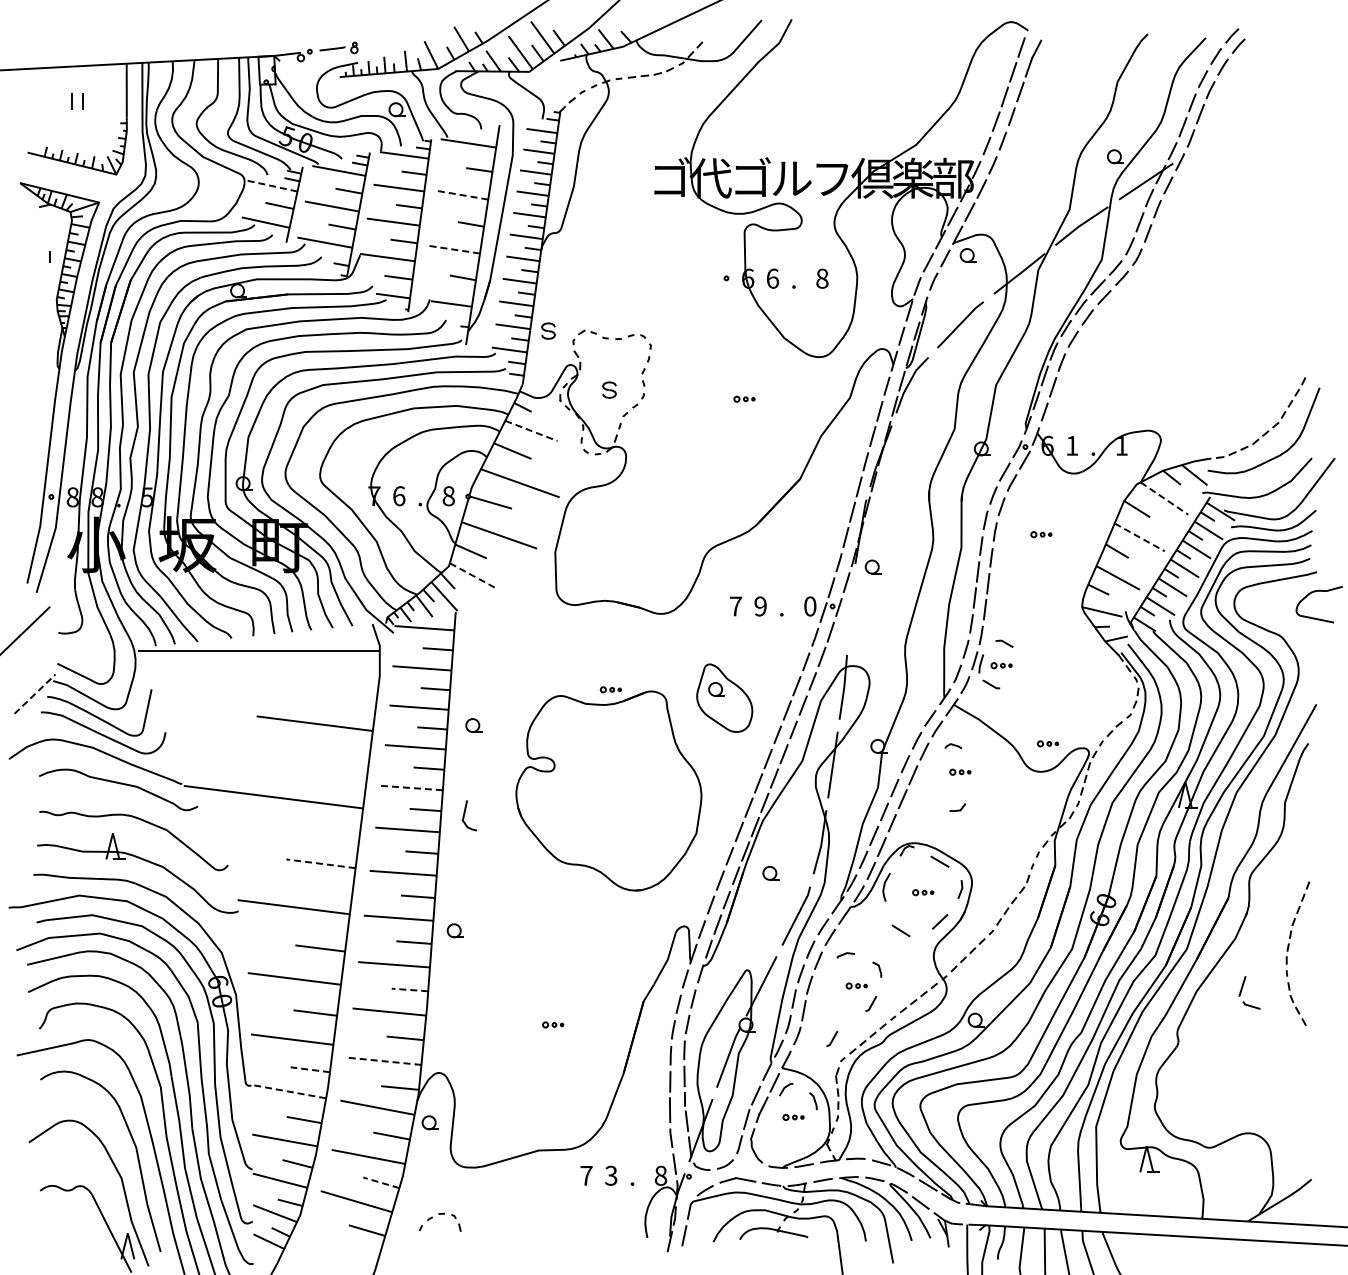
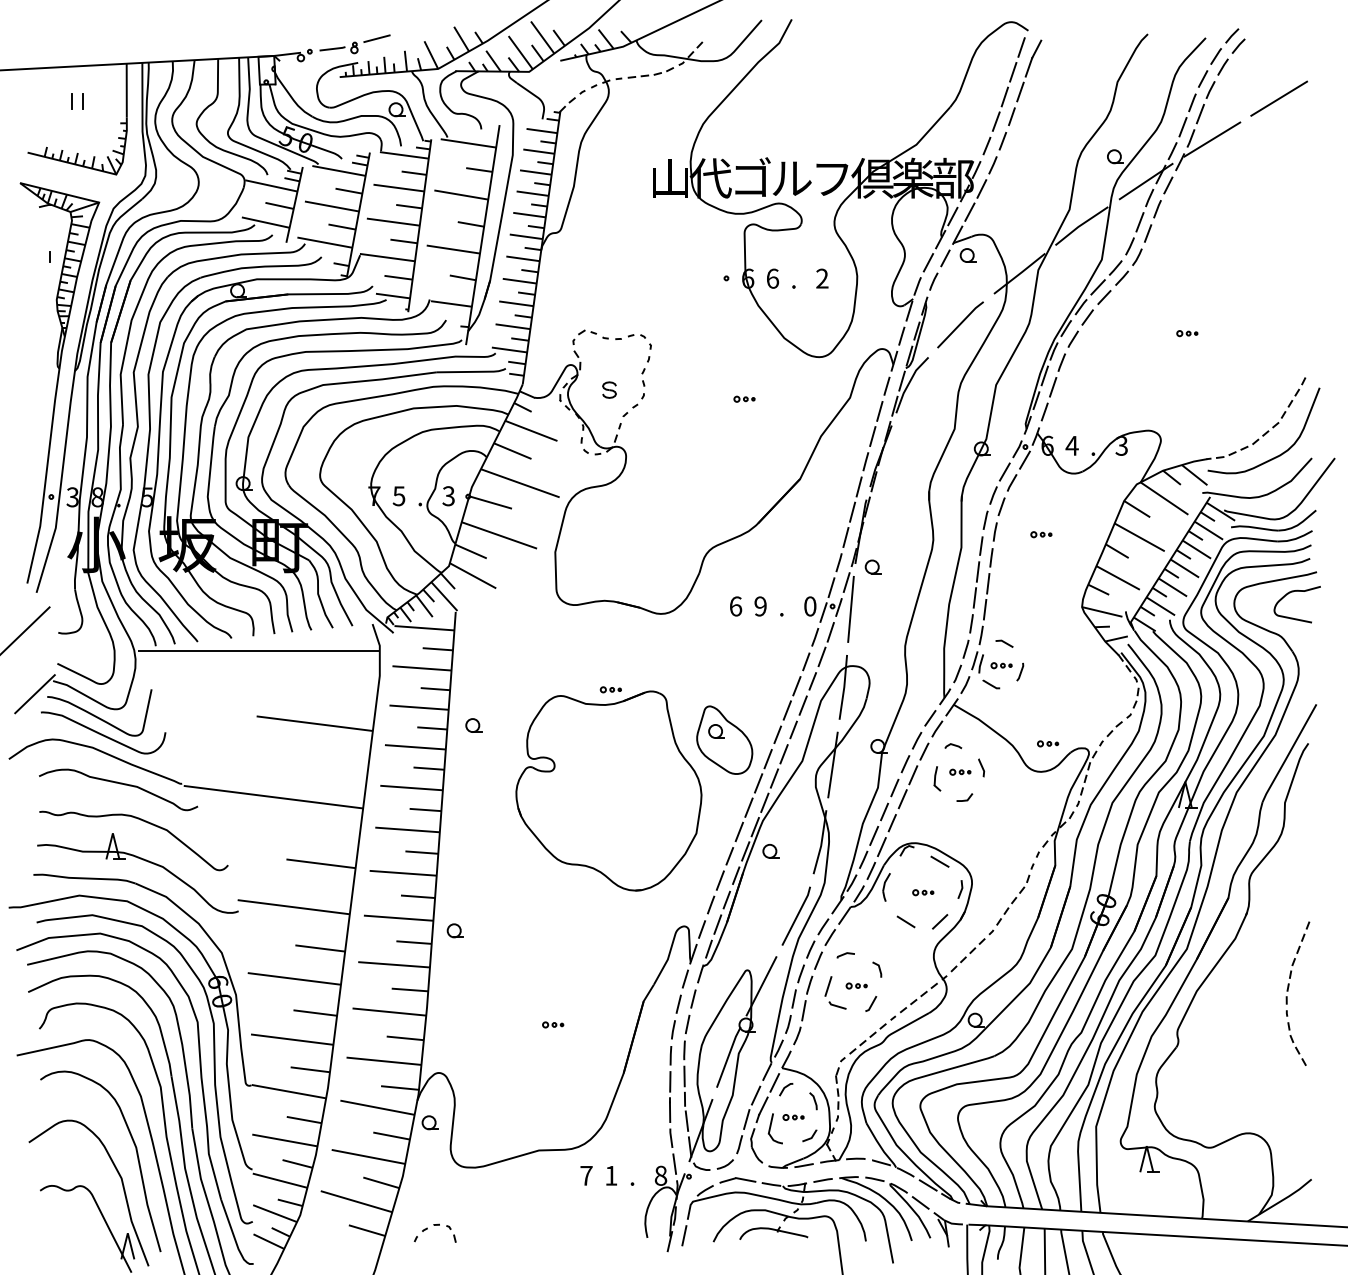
line at (376, 38): none -> present
line at (1279, 98): none -> present
line at (1212, 139): none -> present
text at (671, 177): ゴ -> 山
line at (271, 185): dashed -> solid
line at (460, 194): dashed -> solid
line at (453, 249): dashed -> solid
text at (822, 278): 8 -> 2
part at (548, 330): present -> none
part at (1187, 333): none -> present
line at (531, 430): dashed -> solid
text at (1071, 445): 1 -> 4
text at (1121, 445): 1 -> 3
text at (398, 496): 6 -> 5
text at (448, 496): 8 -> 3
text at (72, 497): 8 -> 3
line at (1164, 498): dashed -> solid
line at (1139, 537): dashed -> solid
line at (473, 576): dashed -> solid
curve at (1315, 592) position: (1315, 592) -> (1293, 592)
text at (735, 606): 7 -> 6
line at (850, 608): none -> present
line at (1020, 671): none -> present
line at (35, 693): dashed -> solid
part at (724, 697) position: (724, 697) -> (724, 739)
line at (981, 767): none -> present
part at (937, 778): none -> present
line at (411, 788): dashed -> solid
line at (957, 809) position: (957, 809) -> (964, 799)
part at (468, 815) position: (468, 815) -> (774, 1128)
line at (321, 863): dashed -> solid
part at (770, 873) position: (770, 873) -> (770, 851)
line at (900, 930) position: (900, 930) -> (905, 921)
part at (1288, 951) position: (1288, 951) -> (1288, 991)
line at (409, 989): dashed -> solid
part at (1242, 990) position: (1242, 990) -> (828, 990)
line at (832, 1038): present -> none
line at (383, 1061): dashed -> solid
line at (310, 1069): dashed -> solid
line at (288, 1091): dashed -> solid
line at (809, 1137): none -> present
text at (611, 1175): 3 -> 1
line at (381, 1182): dashed -> solid
part at (439, 1214) position: (439, 1214) -> (434, 1225)
